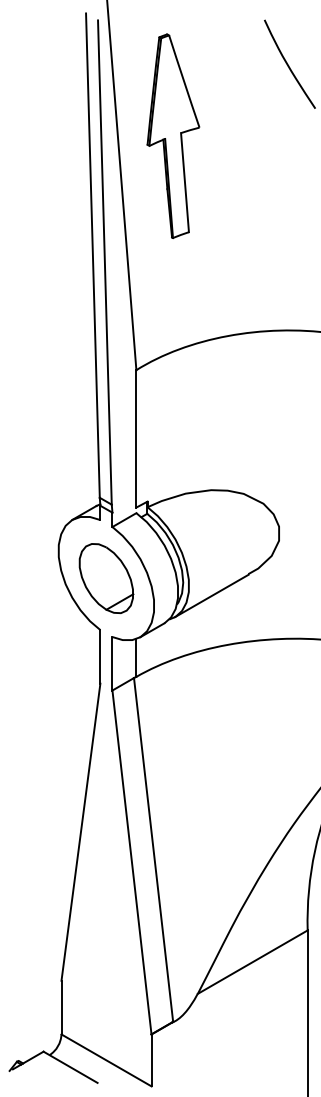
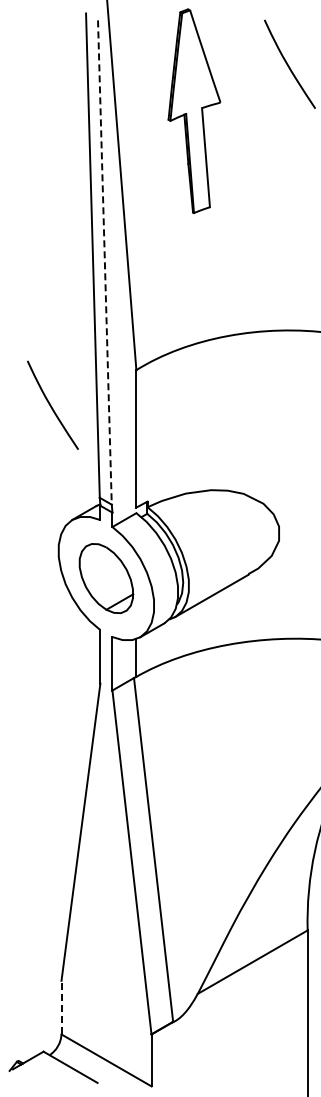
part at (173, 135) position: (173, 135) -> (194, 110)
line at (104, 263): solid -> dashed
curve at (51, 405): none -> present
line at (61, 1007): solid -> dashed
